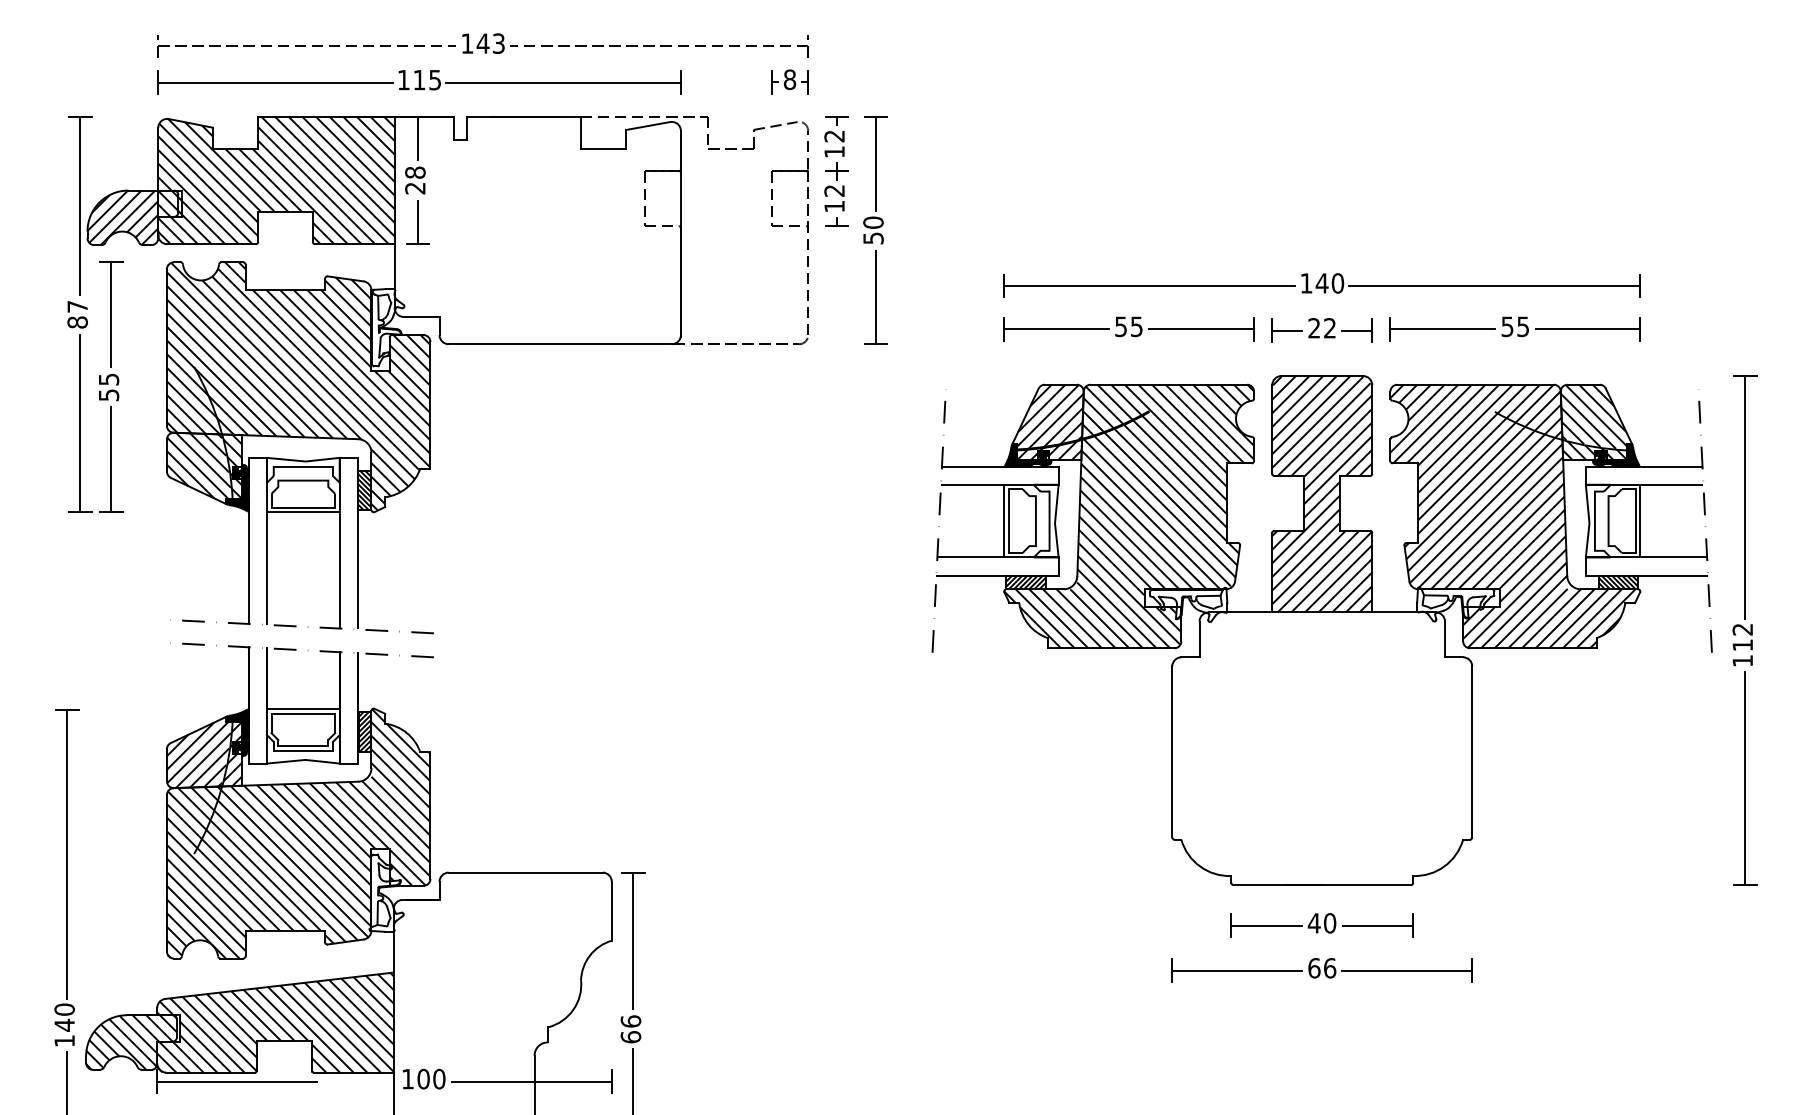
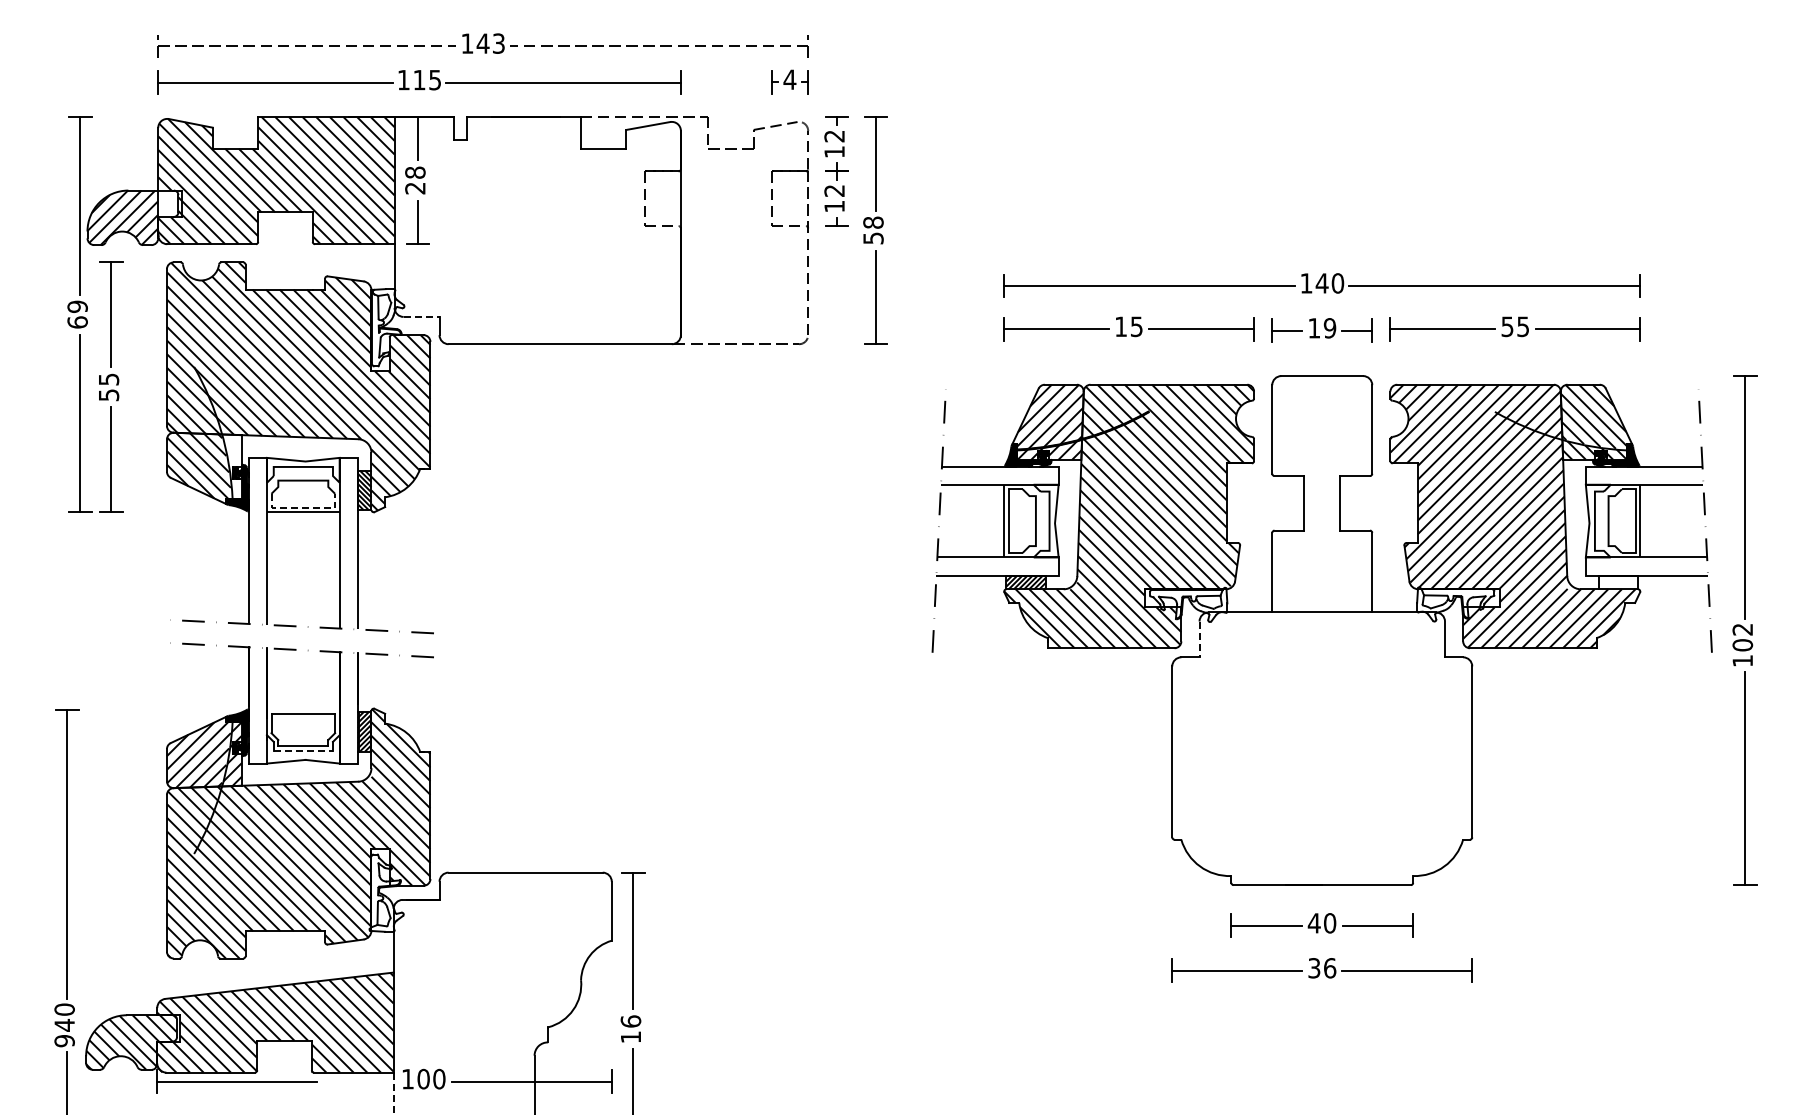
text at (789, 79): 8 -> 4
hatch at (168, 203): present -> none
text at (873, 222): 50 -> 58
text at (77, 314): 87 -> 69
line at (421, 316): solid -> dashed
text at (1120, 326): 55 -> 15
text at (1322, 328): 22 -> 19
hatch at (232, 466): present -> none
hatch at (1322, 494): present -> none
line at (303, 507): solid -> dashed
hatch at (1618, 582): present -> none
line at (1199, 639): solid -> dashed
text at (1742, 645): 112 -> 102
line at (302, 709): present -> none
line at (303, 751): solid -> dashed
text at (1314, 968): 66 -> 36
text at (630, 1037): 66 -> 16
text at (64, 1041): 140 -> 940
line at (393, 1093): solid -> dashed
